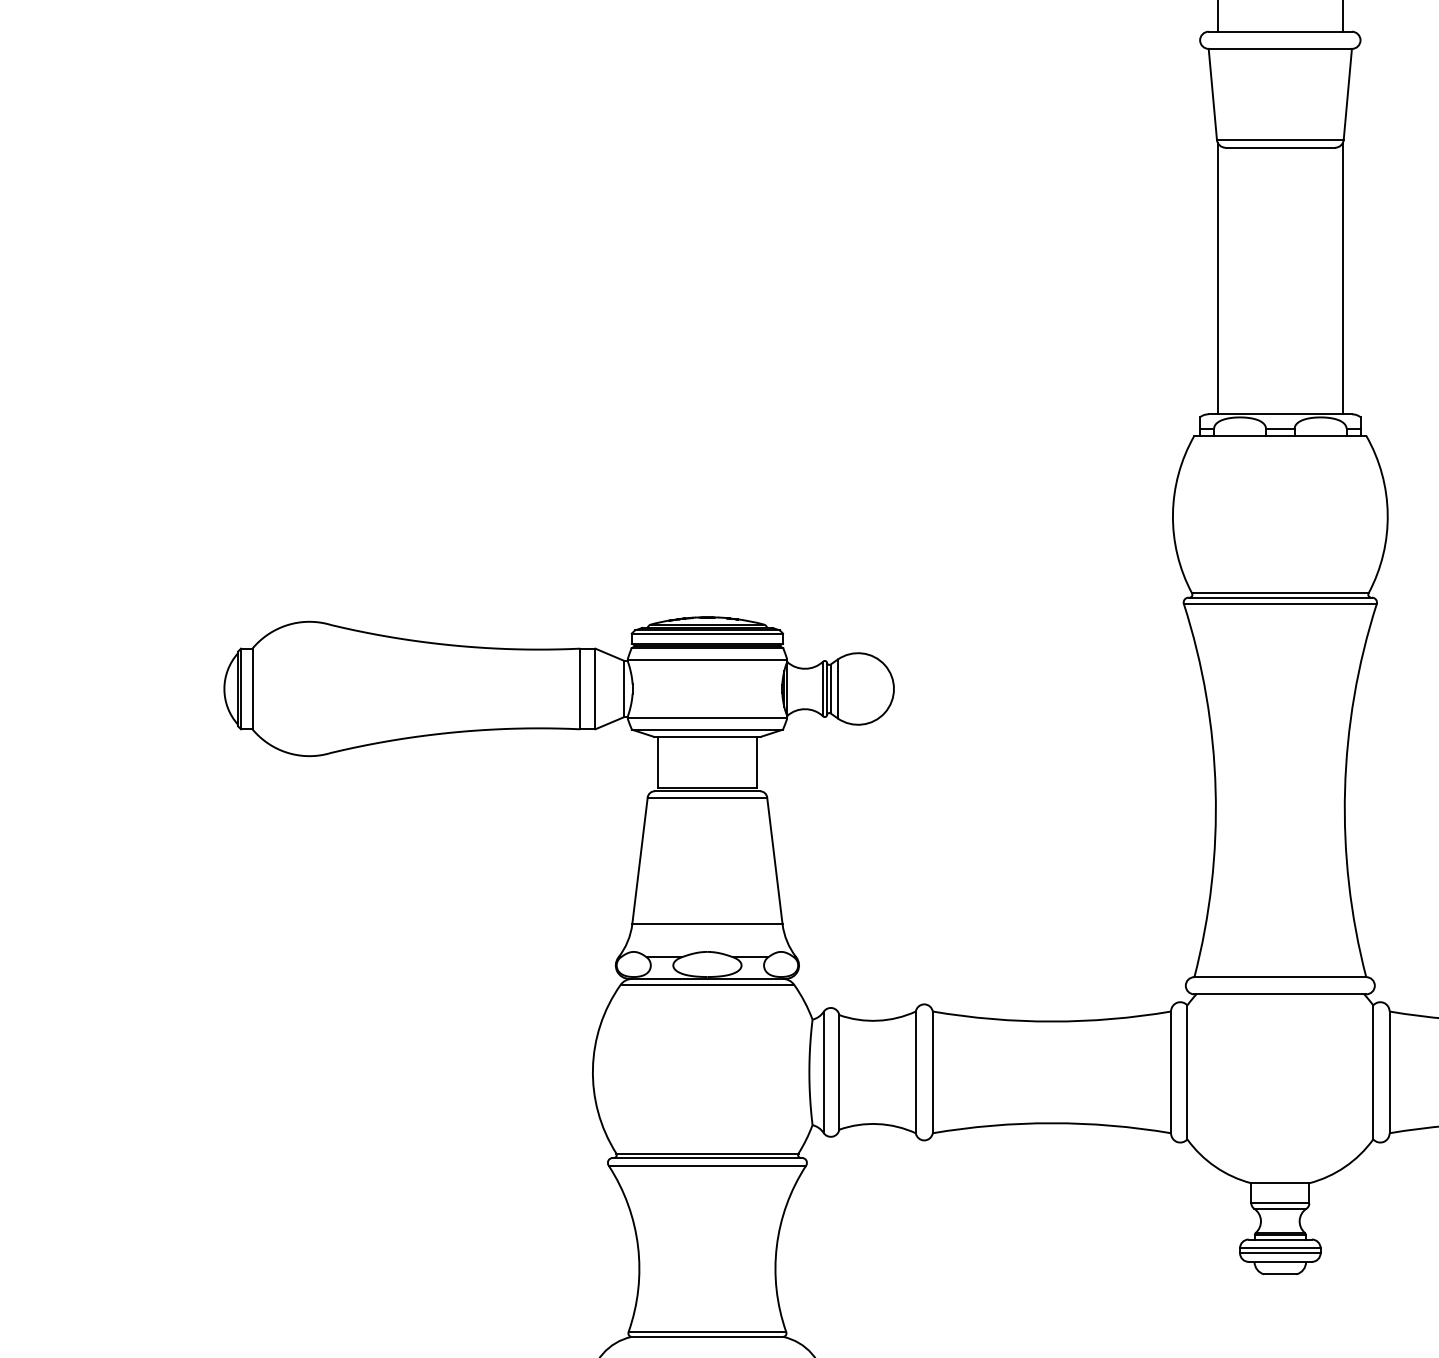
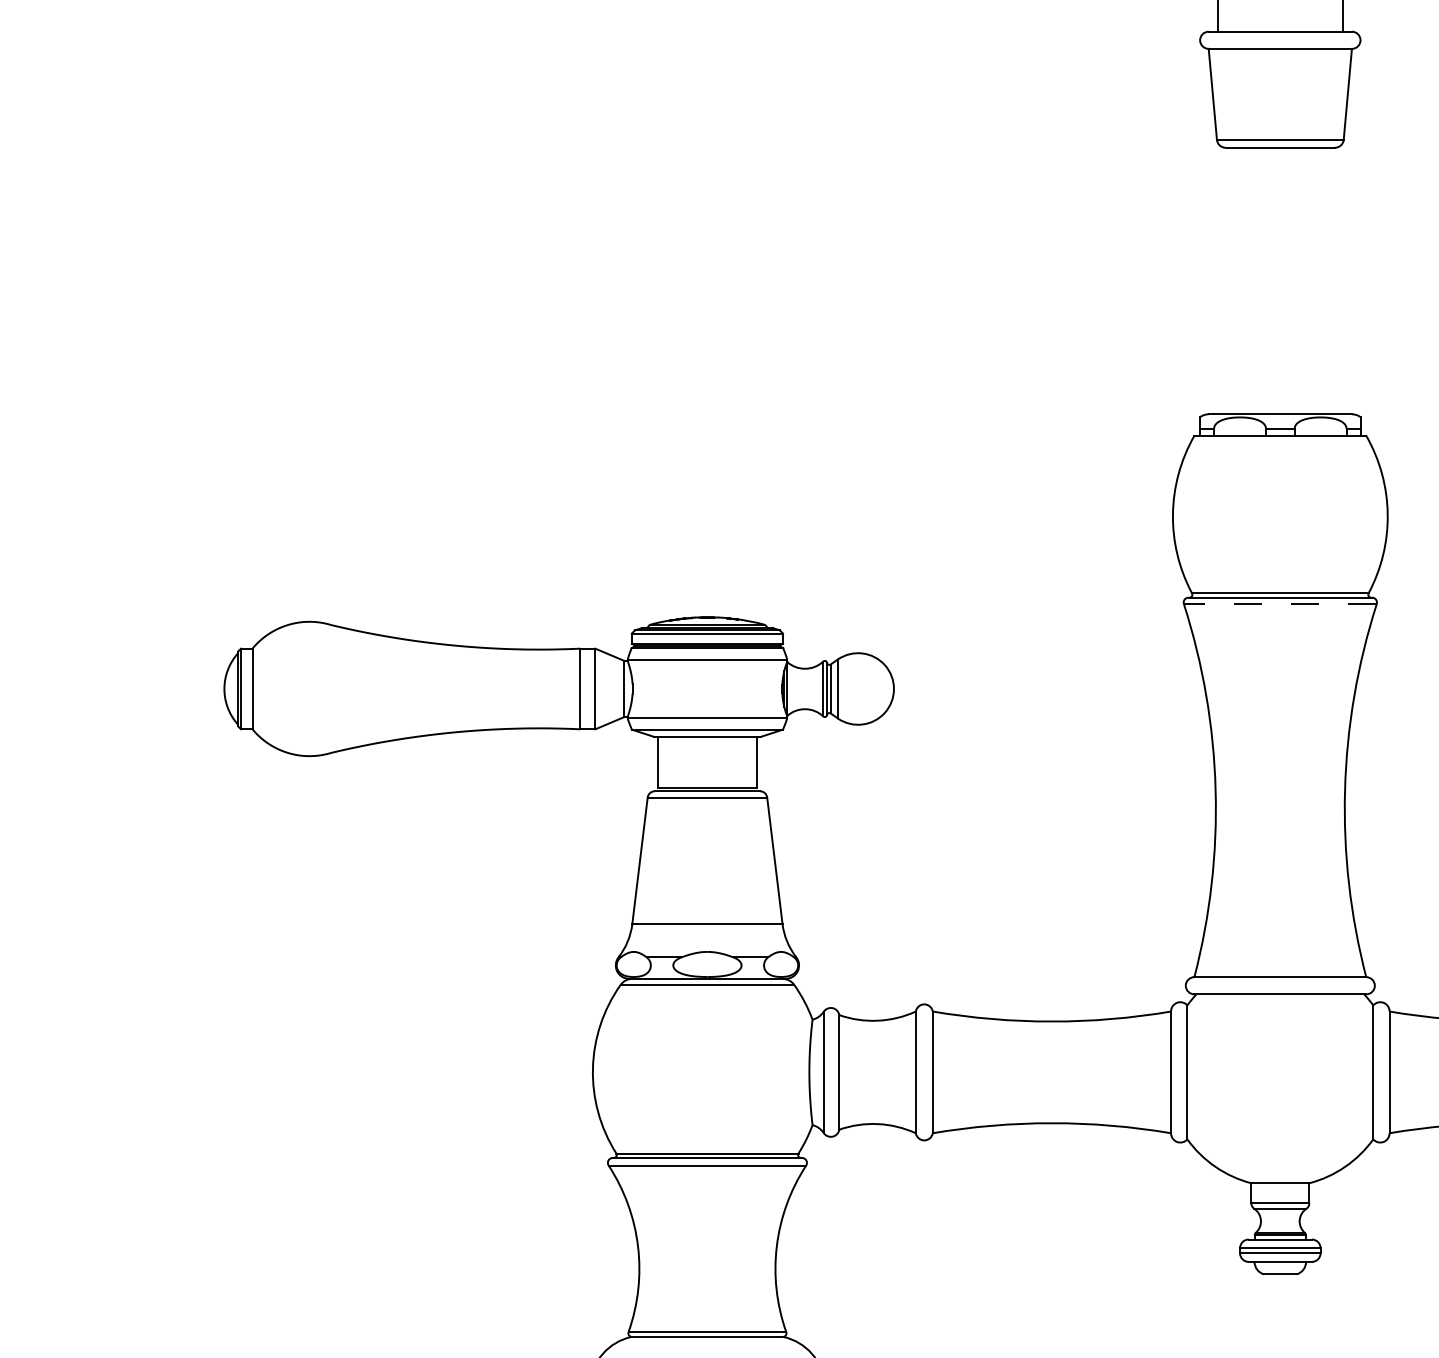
line at (1217, 278): present -> none
line at (1343, 278): present -> none
line at (1279, 604): solid -> dashed
